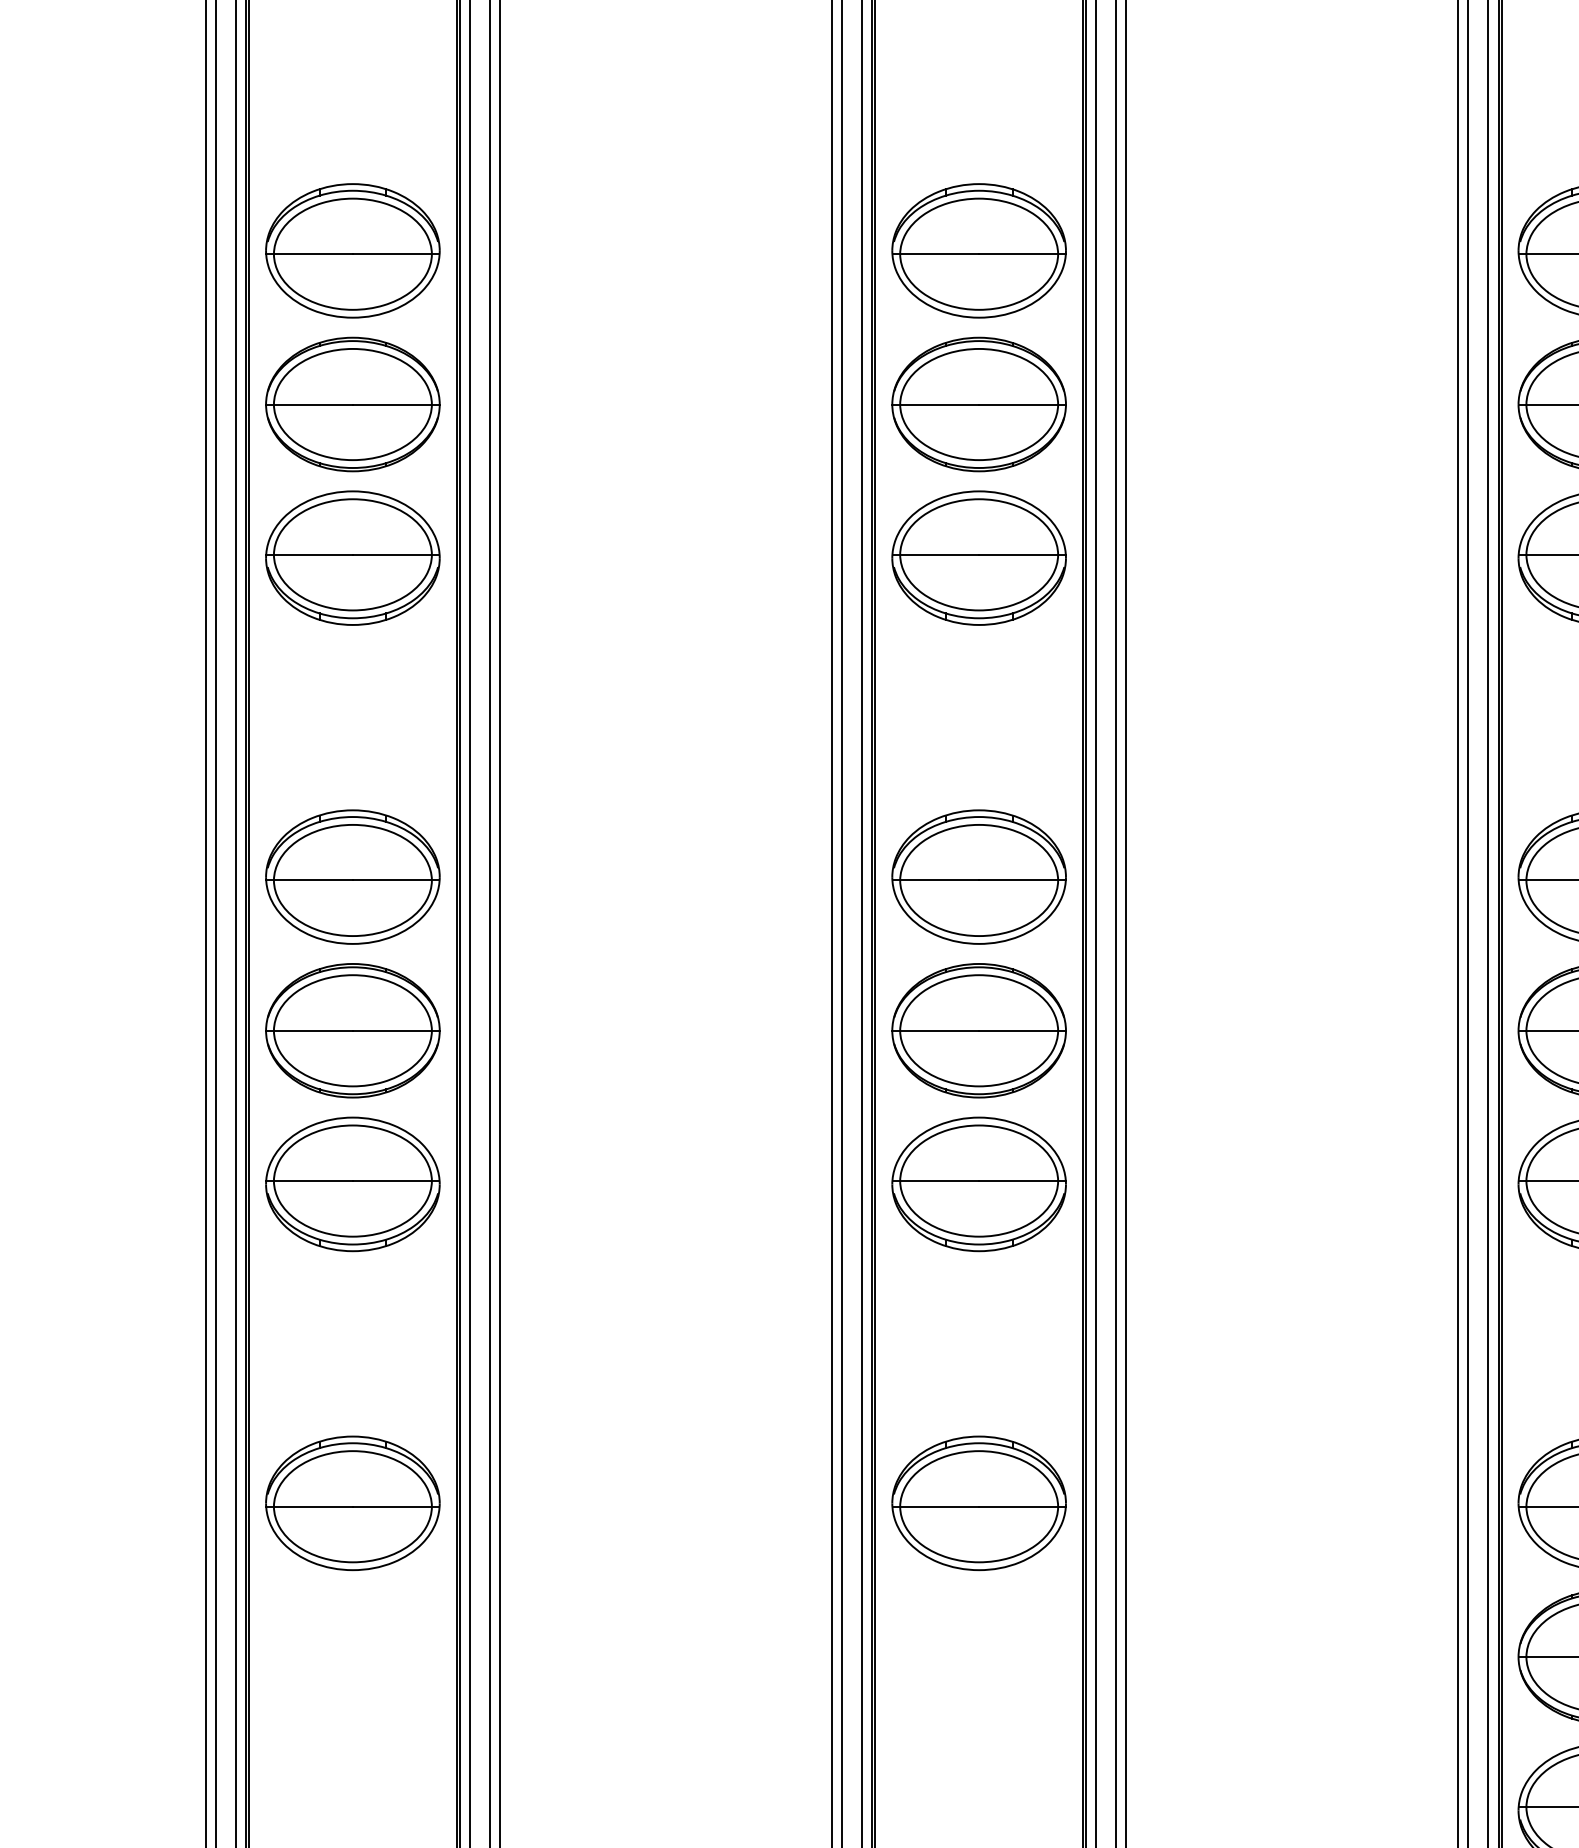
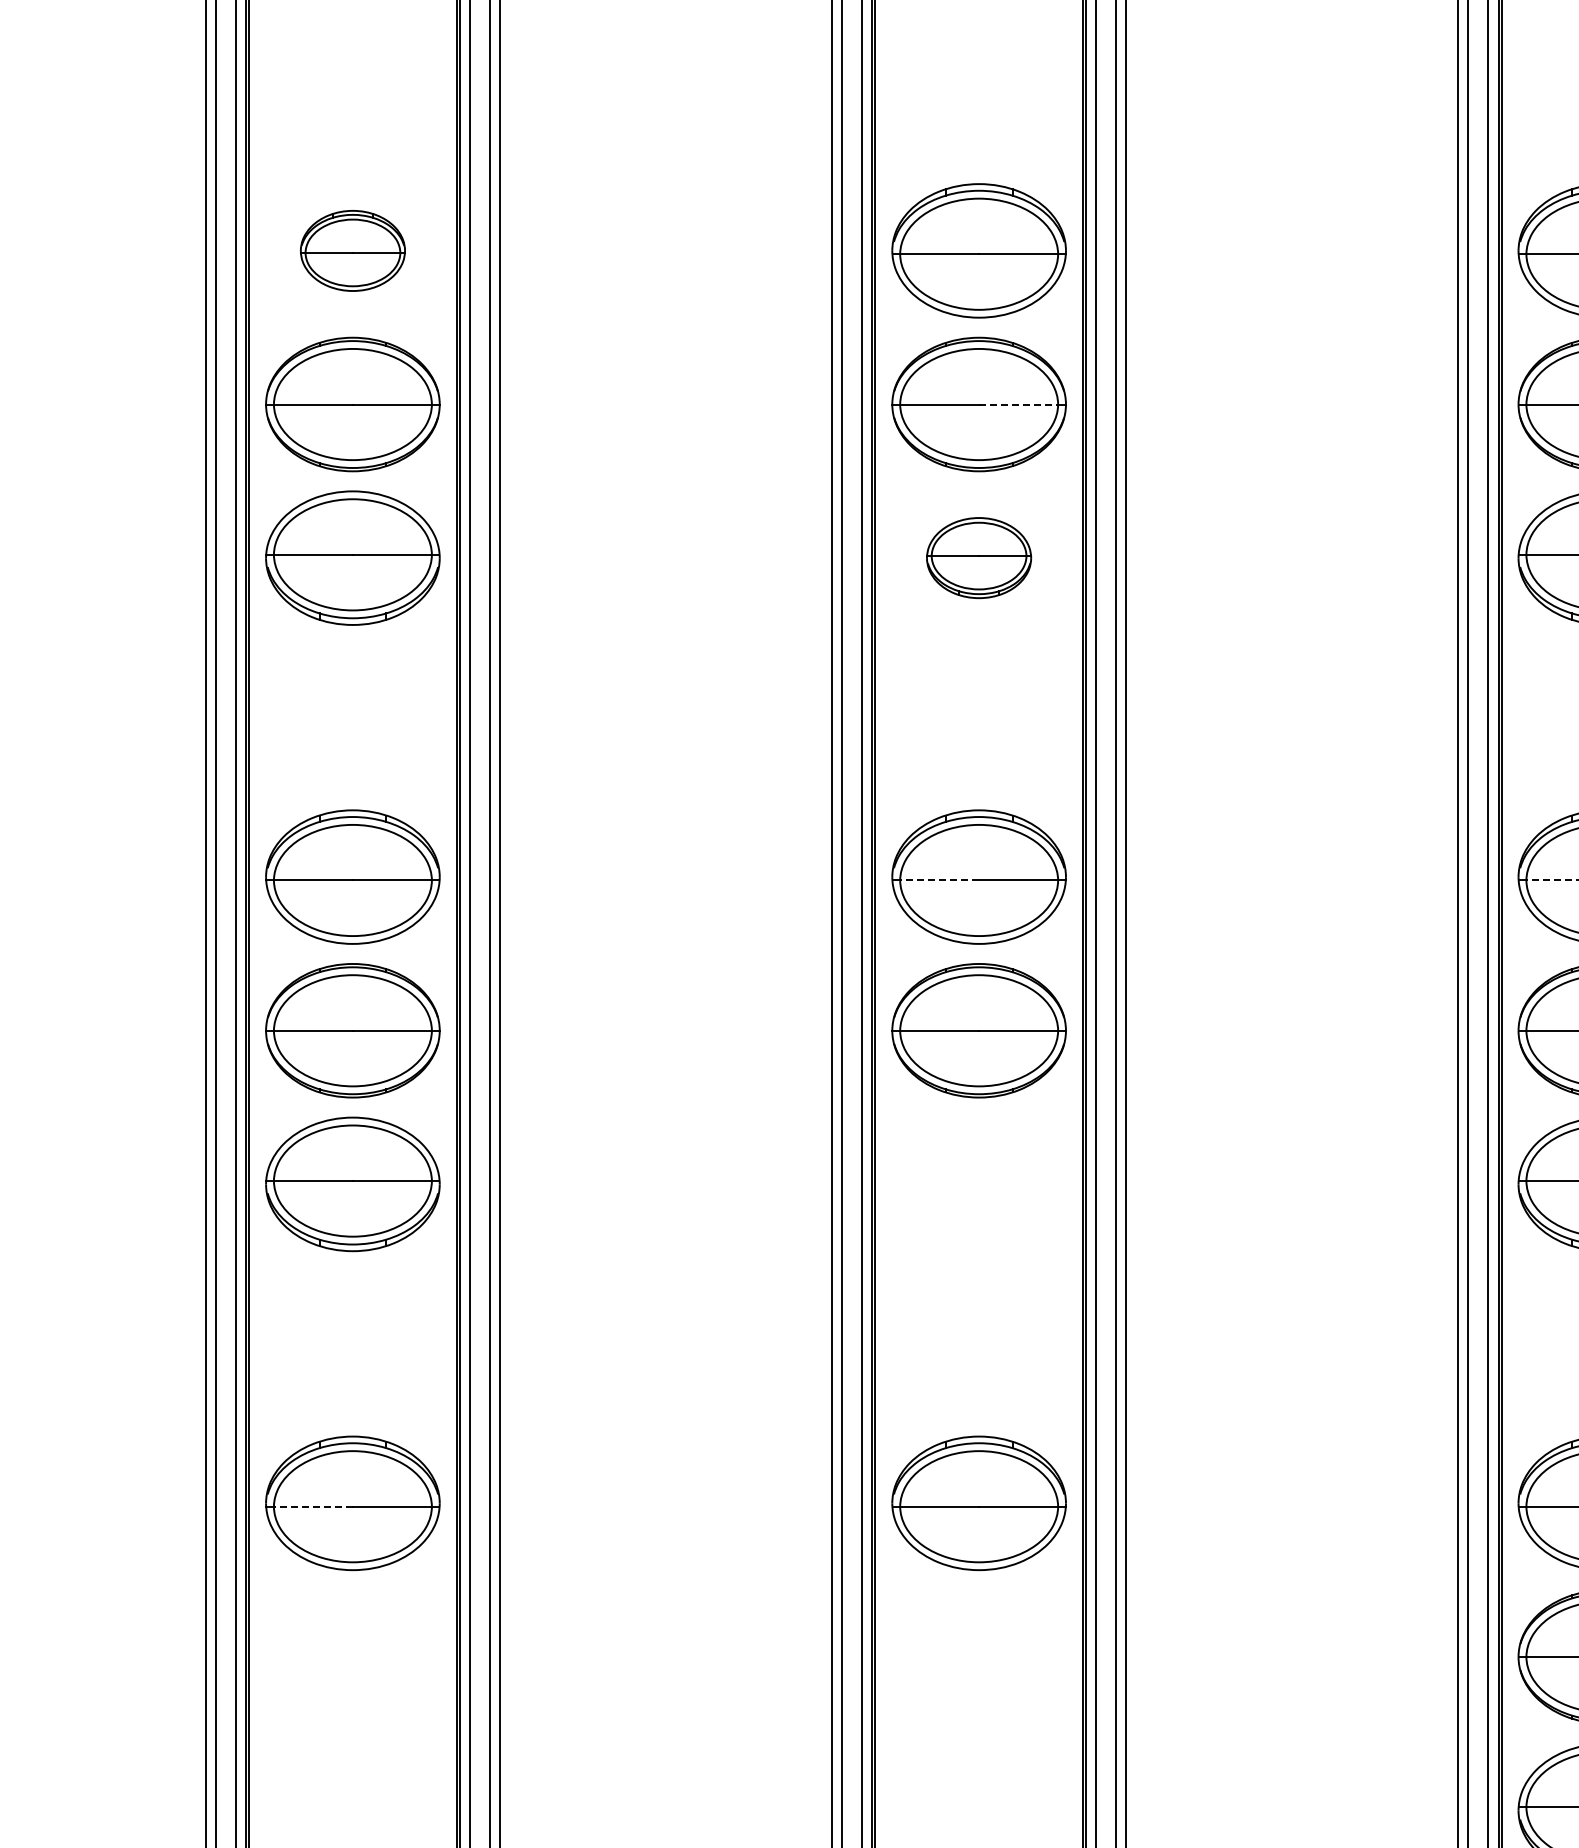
part at (352, 250) size: 176x136 px -> 106x82 px
line at (1019, 404): solid -> dashed
part at (978, 557) size: 176x136 px -> 107x83 px
line at (939, 880): solid -> dashed
line at (1552, 880): solid -> dashed
part at (978, 1184): present -> none
line at (312, 1506): solid -> dashed
